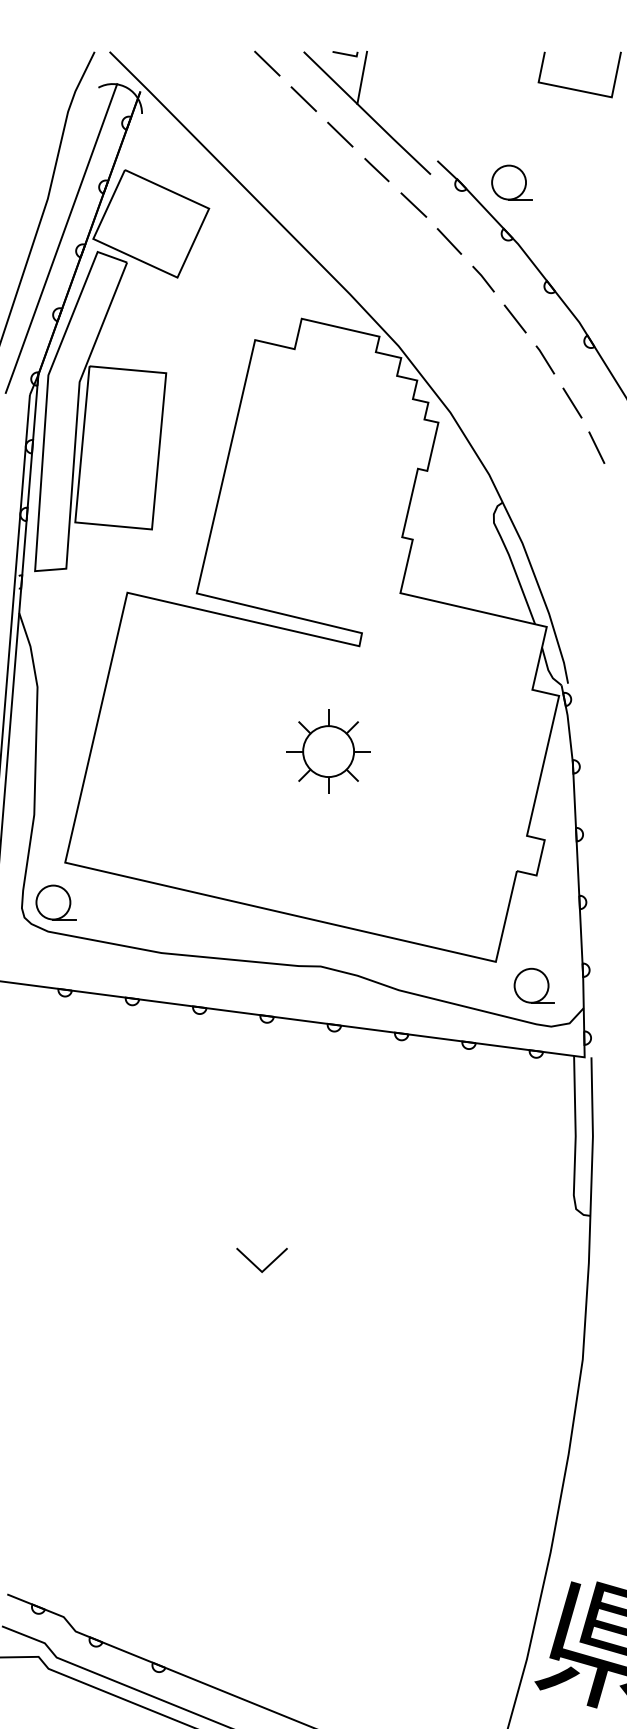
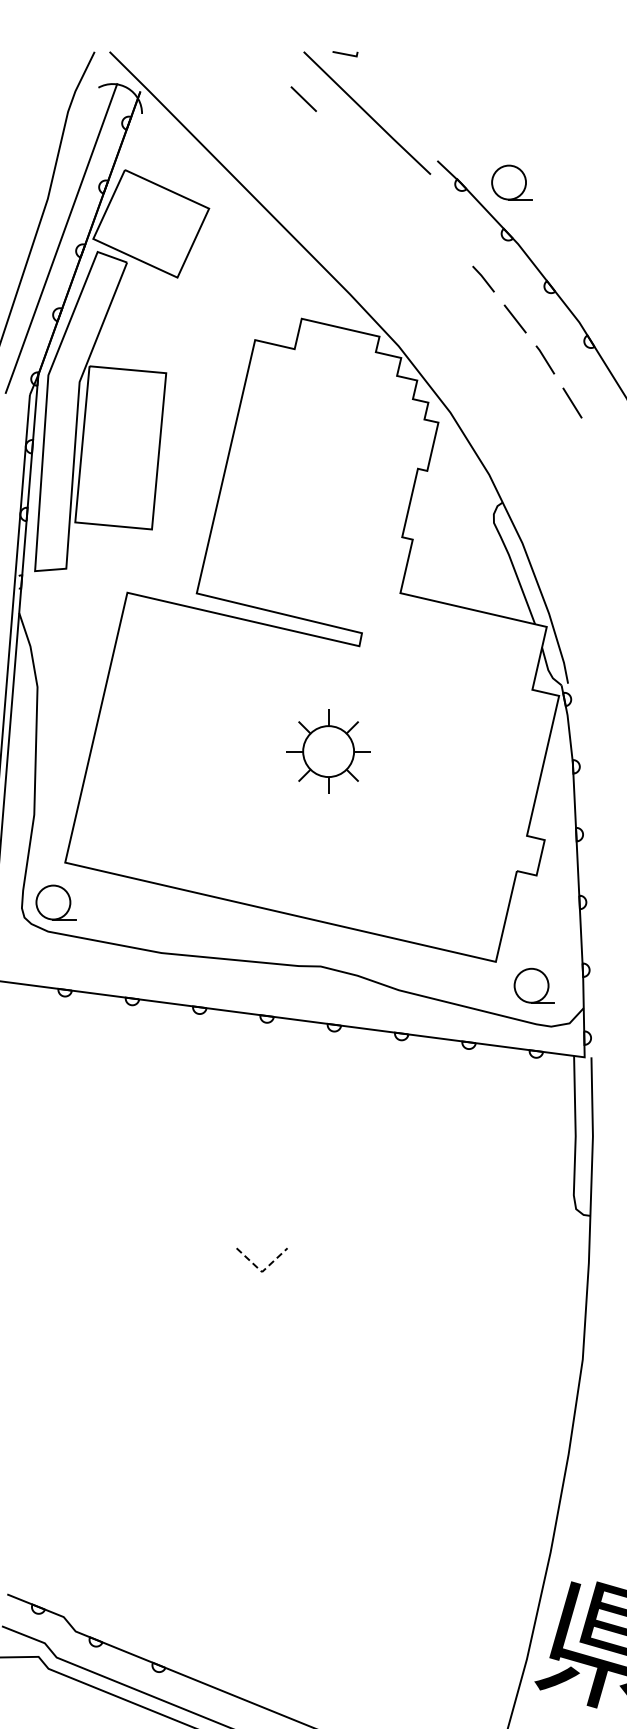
line at (267, 63): present -> none
line at (362, 77): present -> none
line at (574, 88): present -> none
line at (340, 134): present -> none
line at (376, 170): present -> none
line at (413, 204): present -> none
line at (449, 241): present -> none
line at (596, 447): present -> none
line at (262, 1272): solid -> dashed
